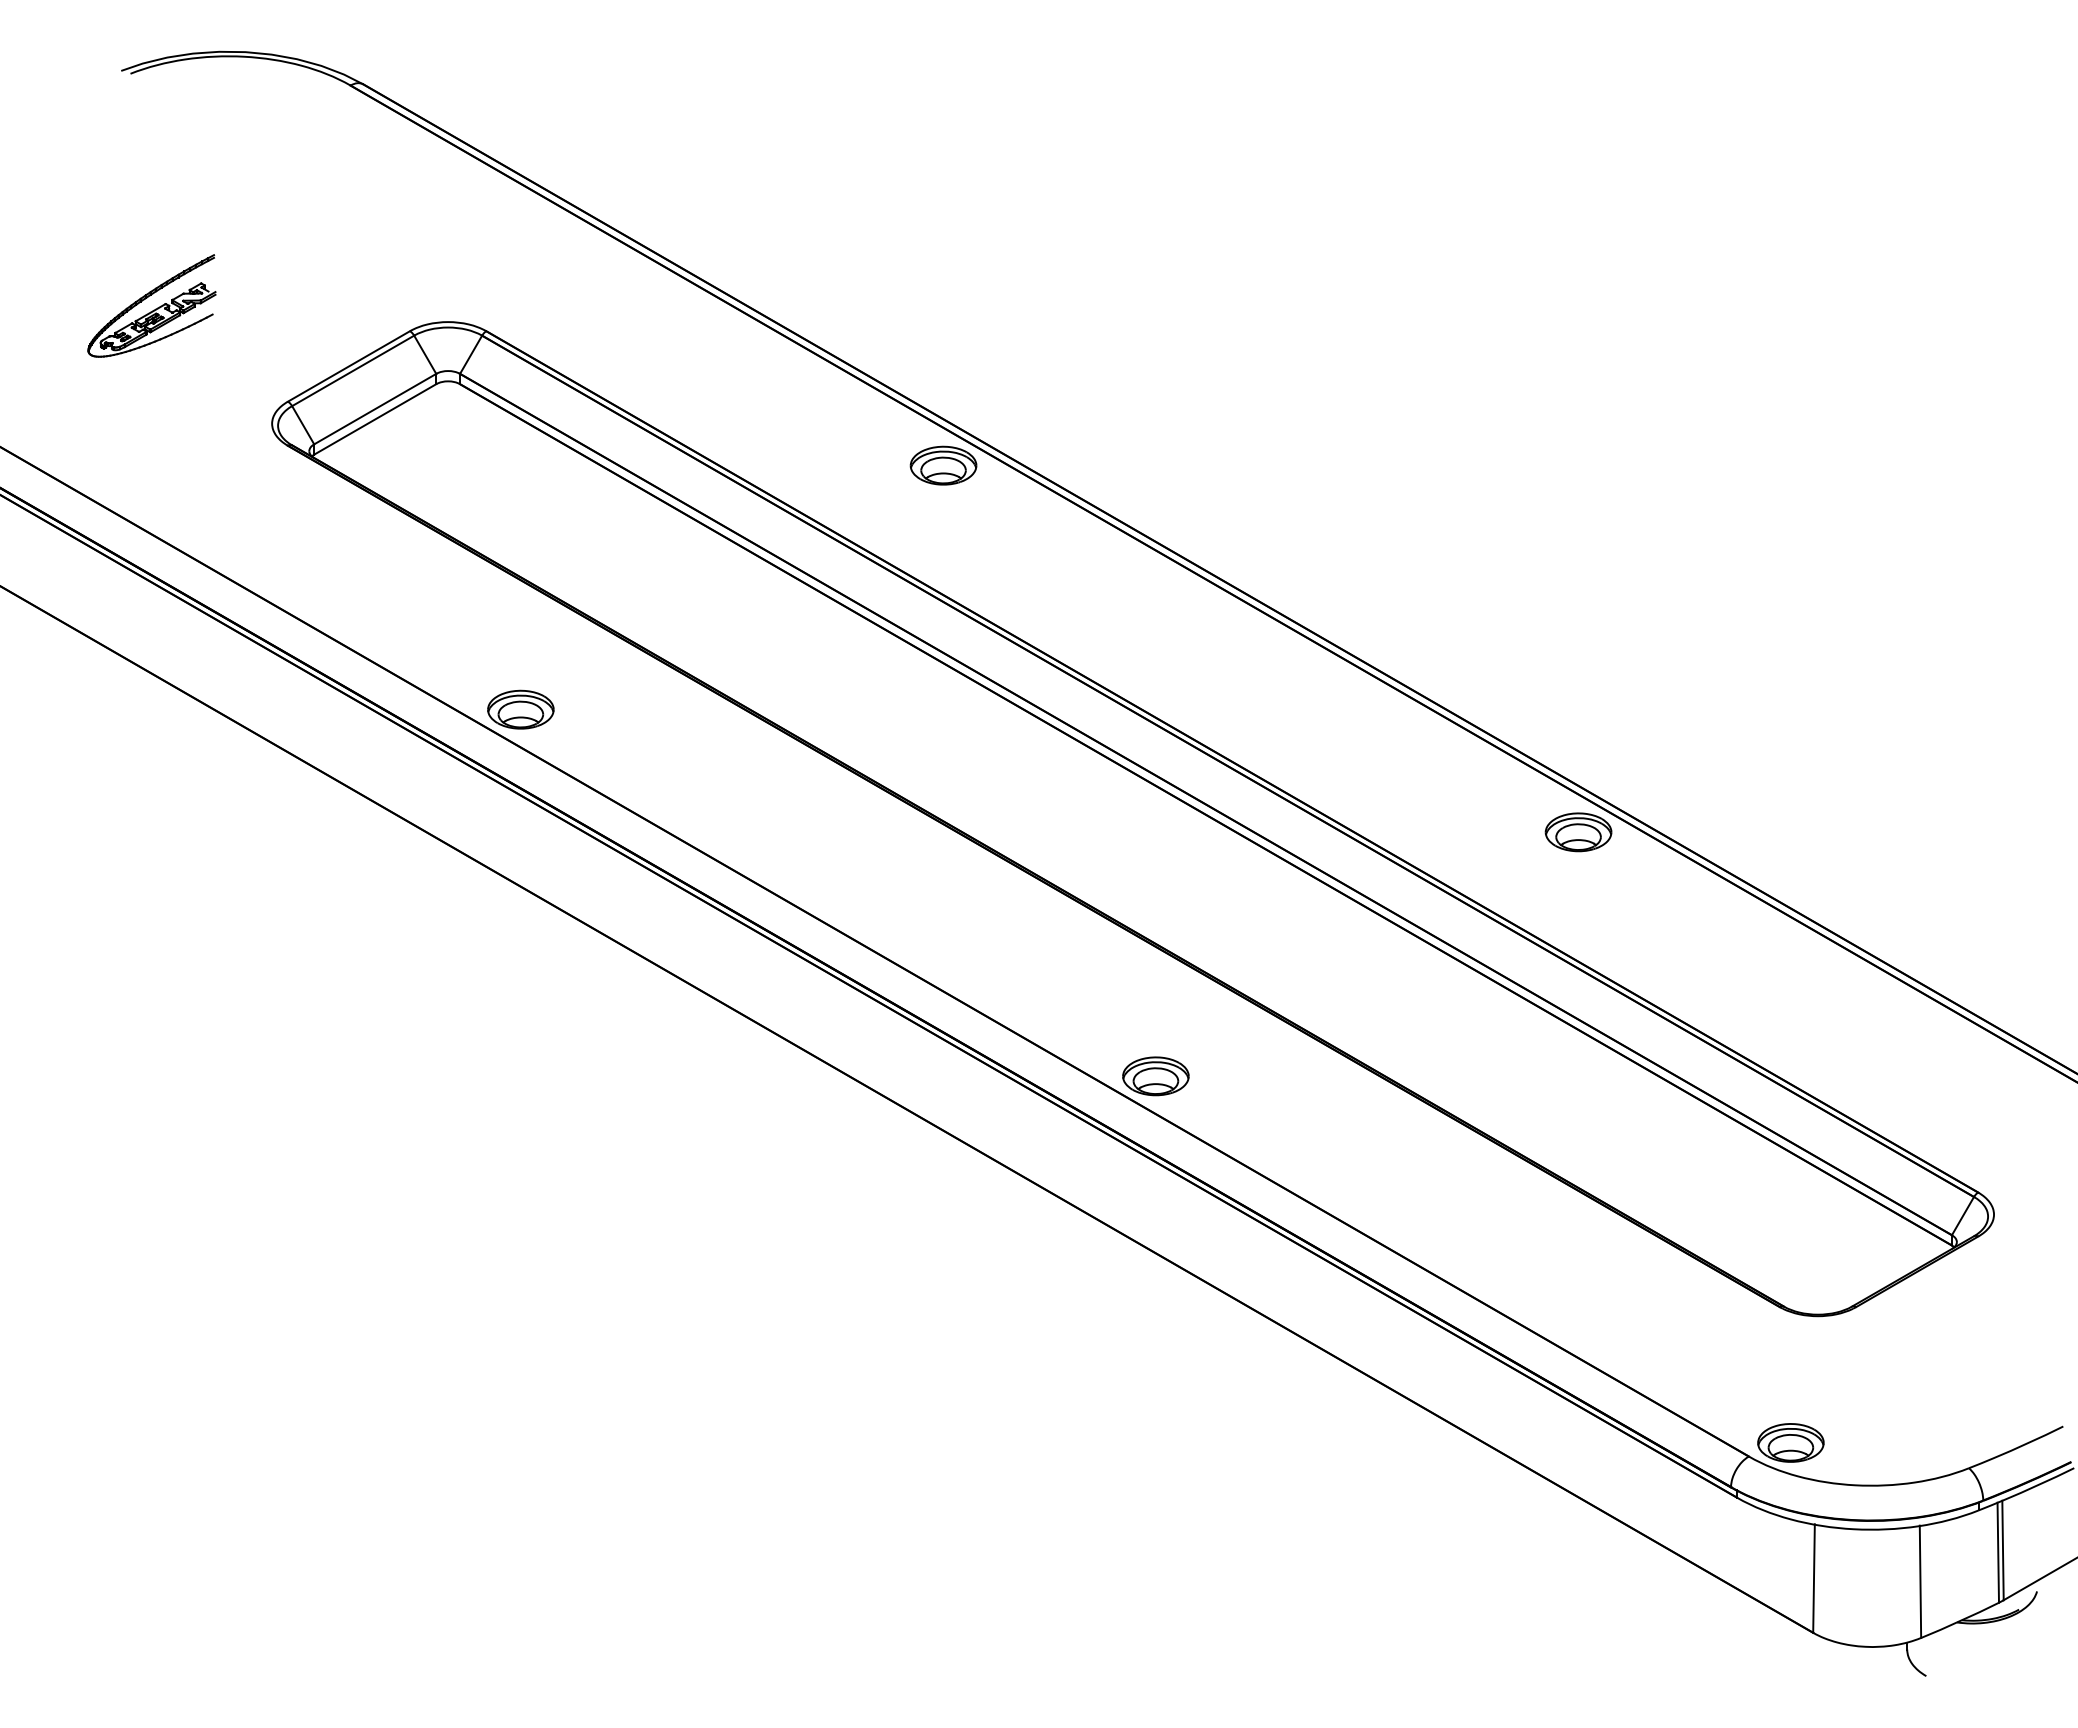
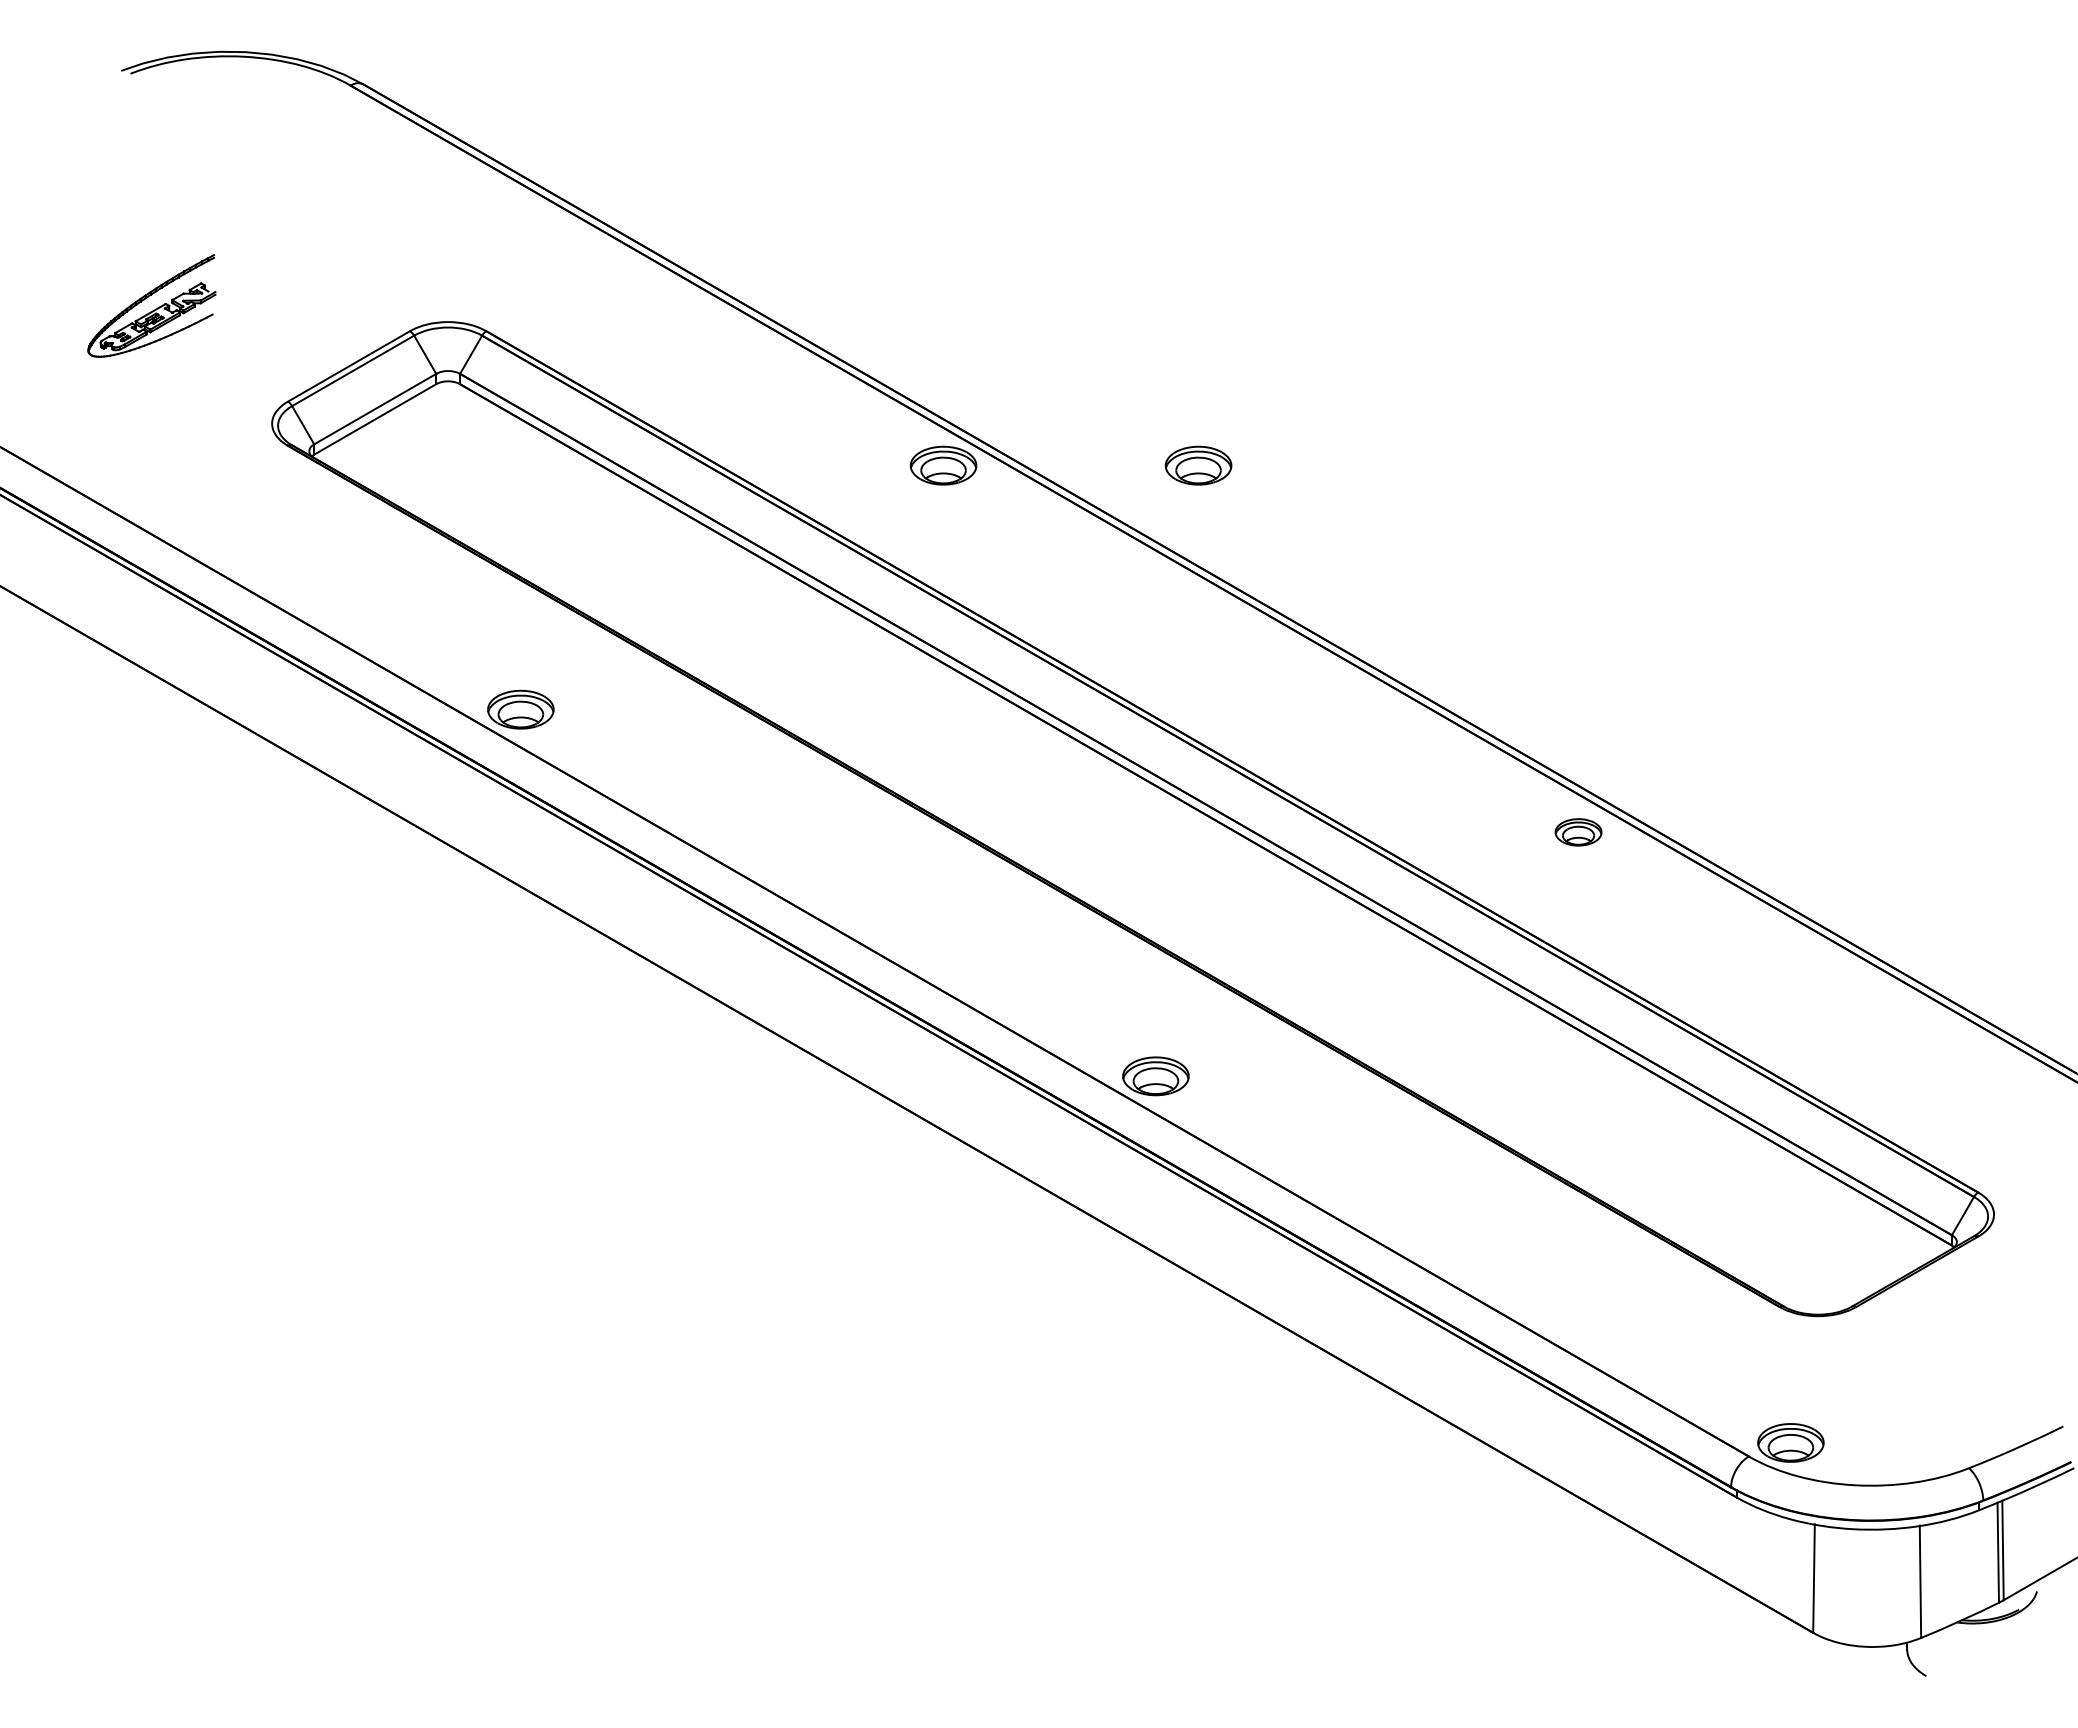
part at (1198, 465): none -> present
part at (1578, 832) size: 69x41 px -> 49x29 px
